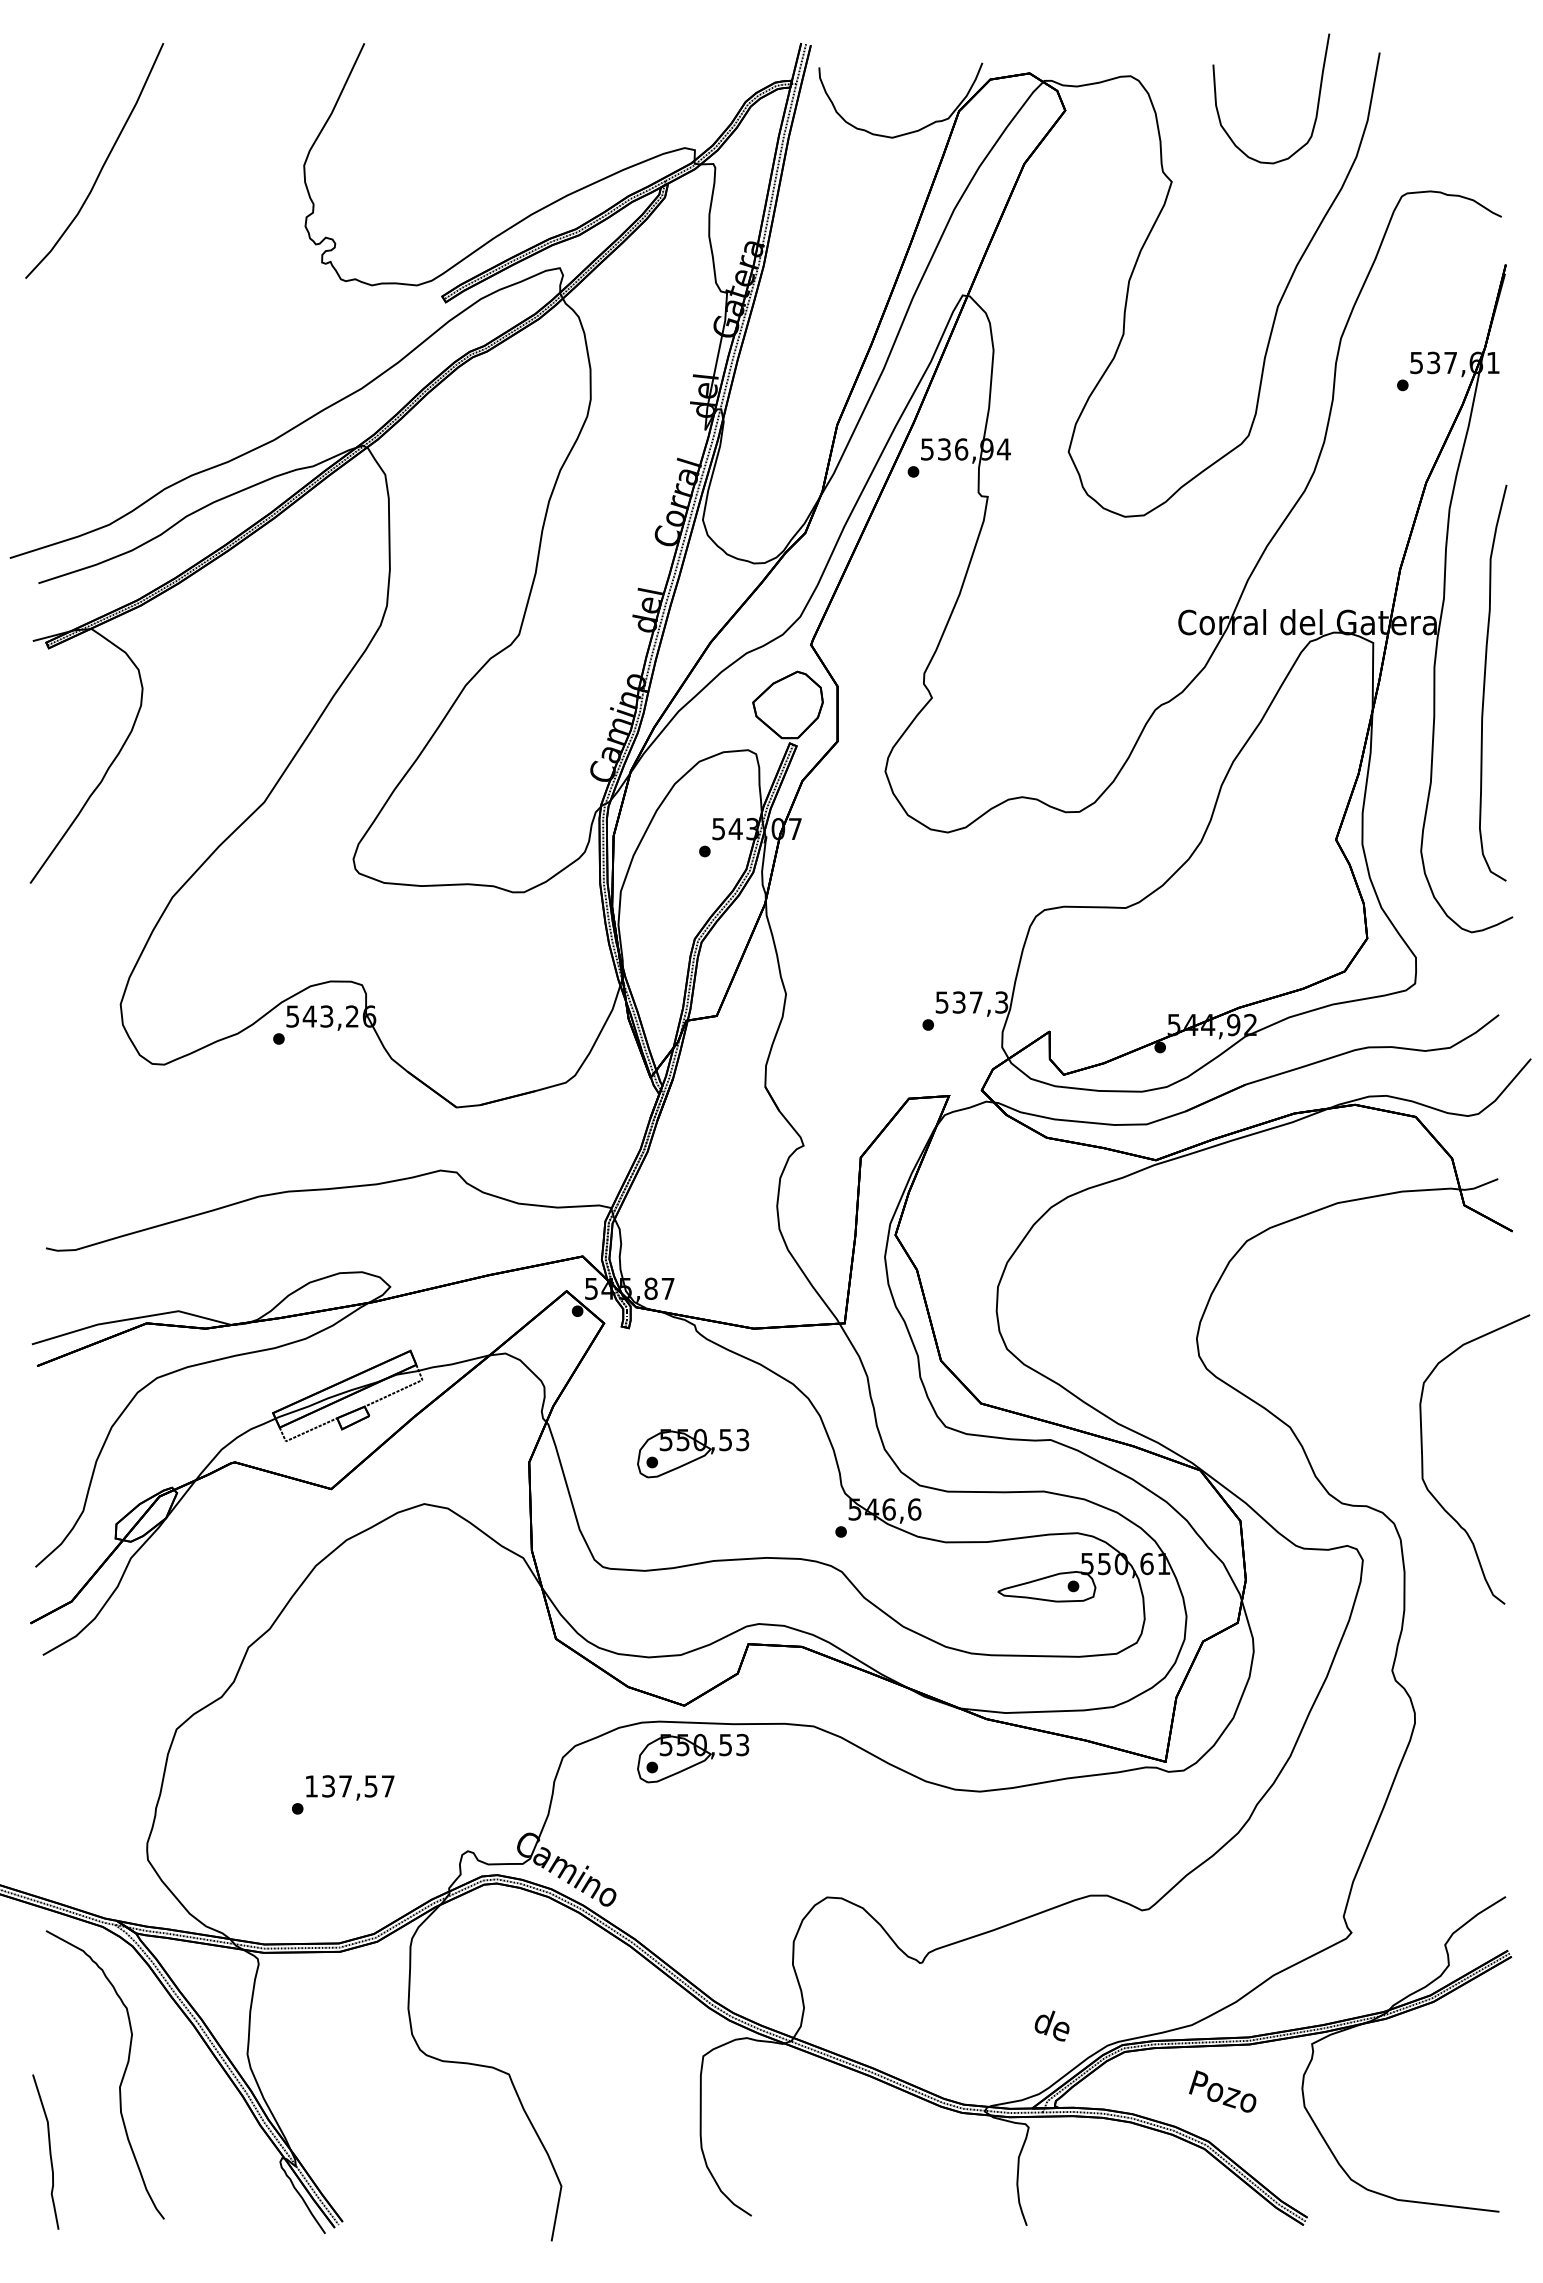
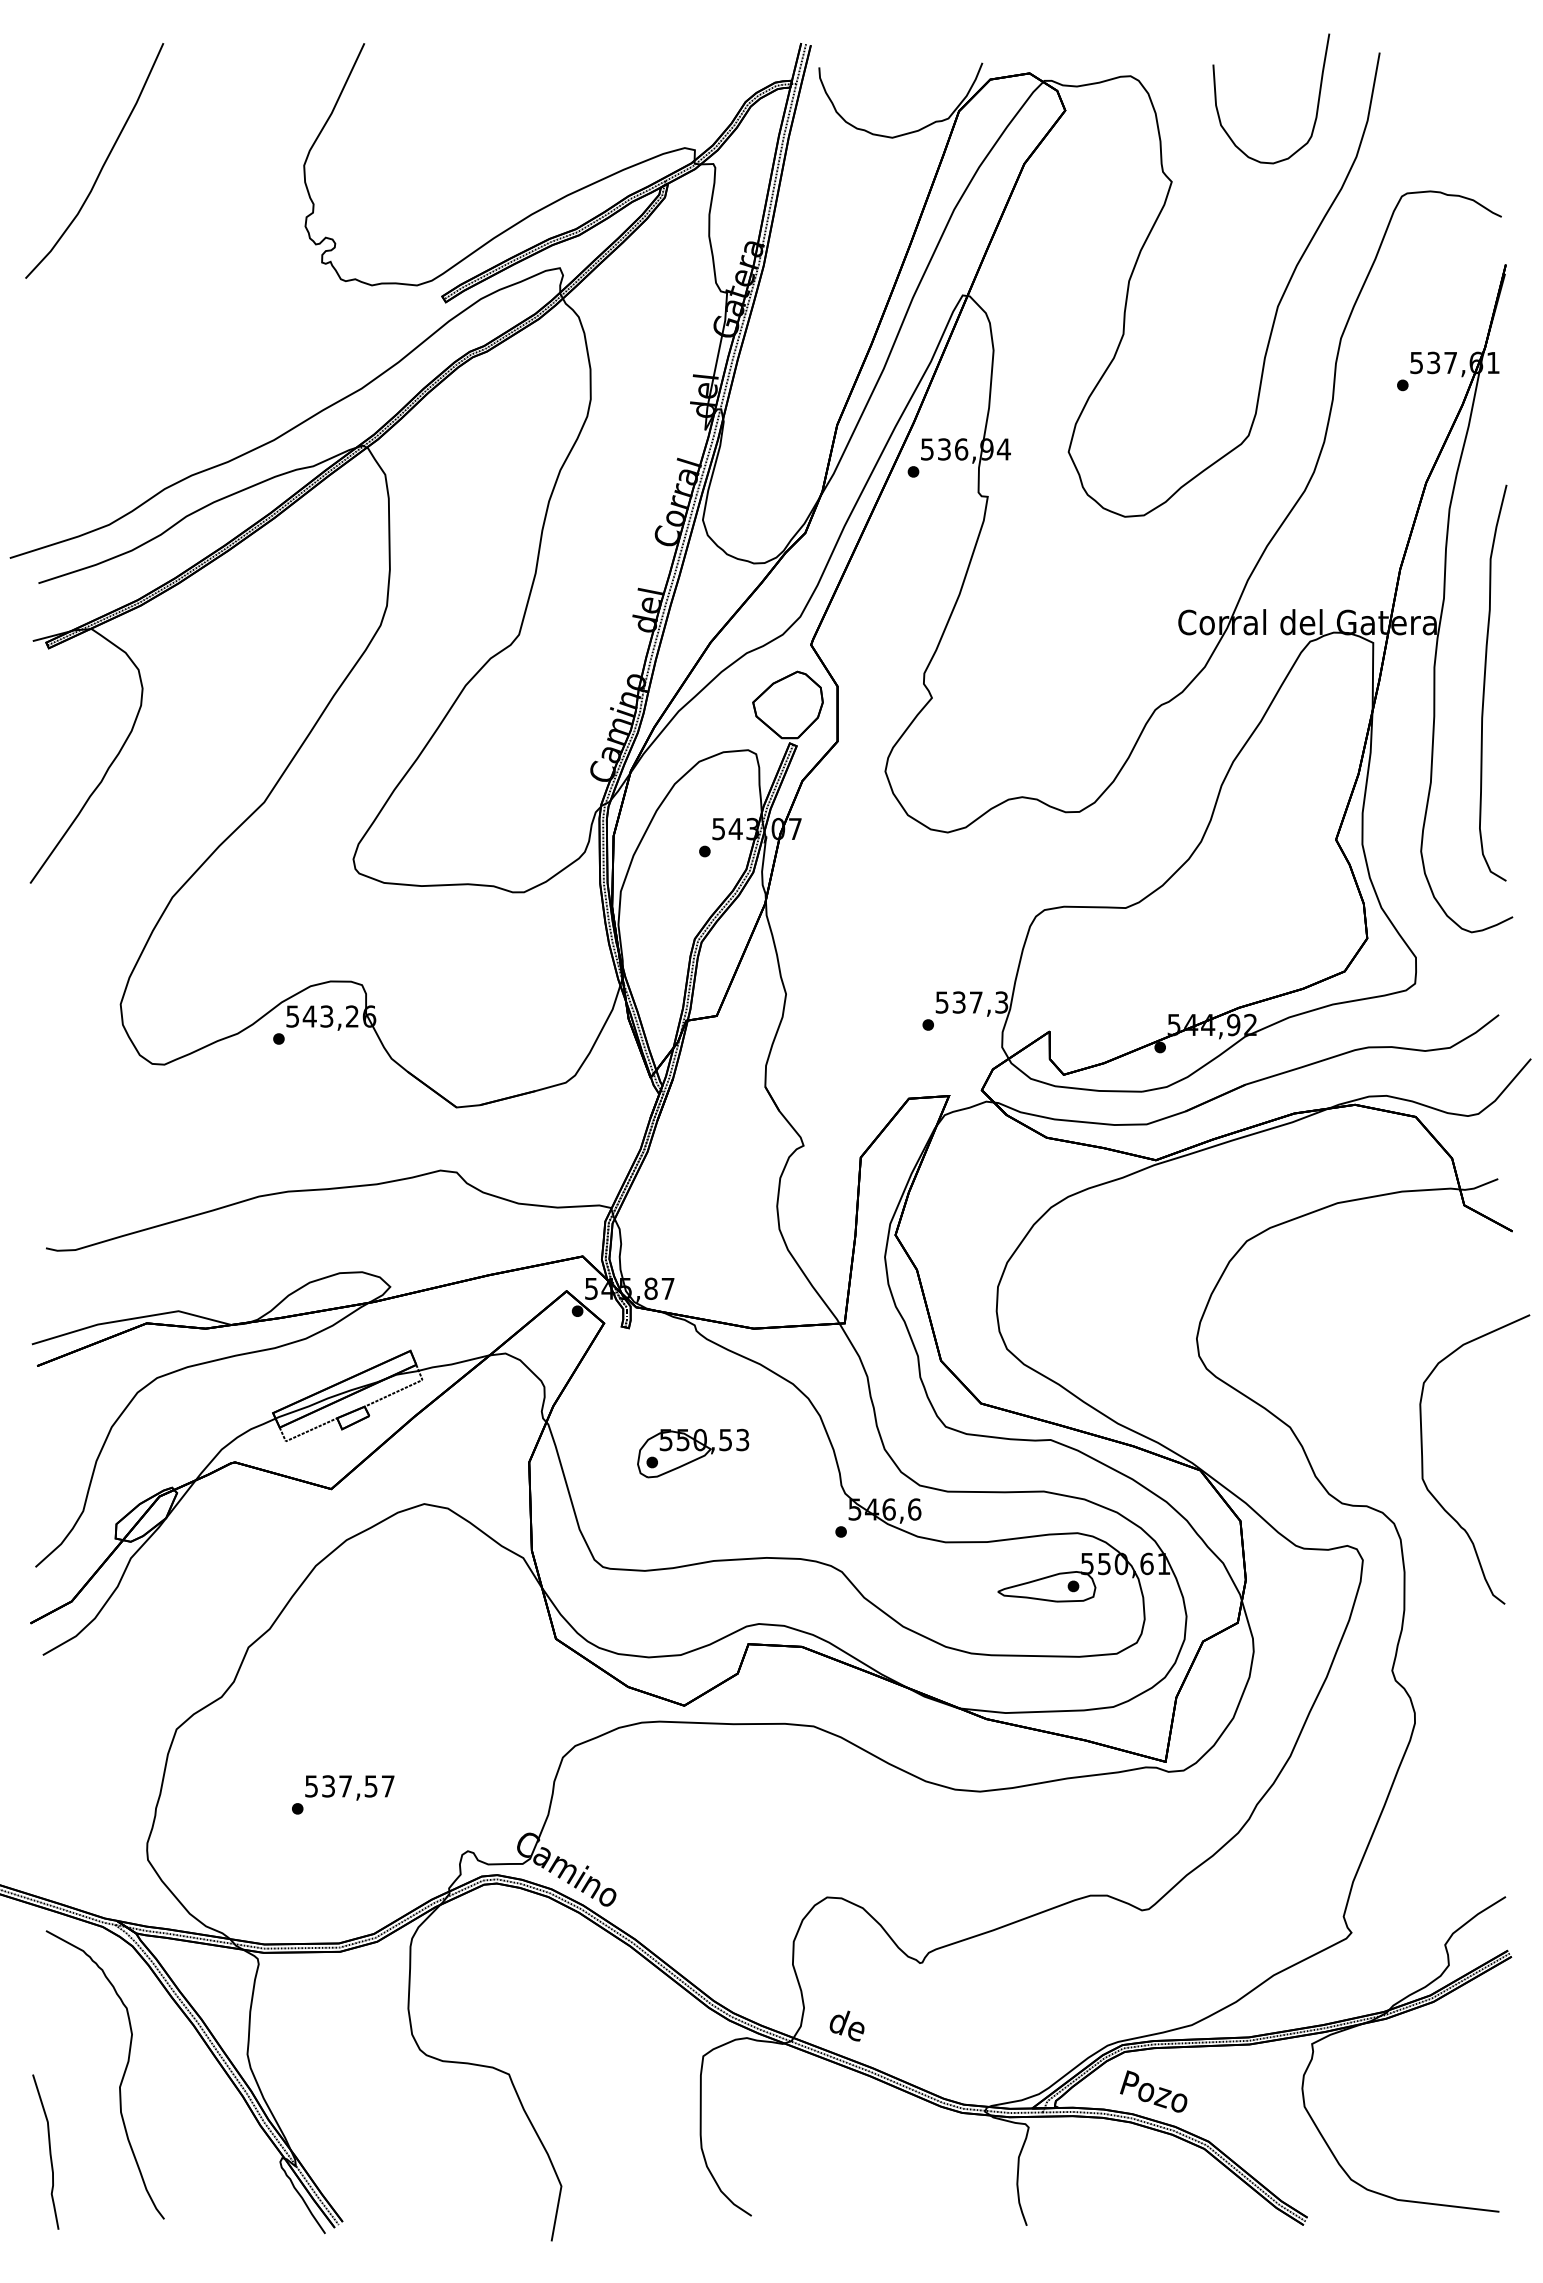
part at (693, 1758): present -> none
text at (311, 1786): 137,57 -> 537,57
text at (1051, 2025) position: (1051, 2025) -> (846, 2025)
text at (1222, 2091) position: (1222, 2091) -> (1153, 2091)
